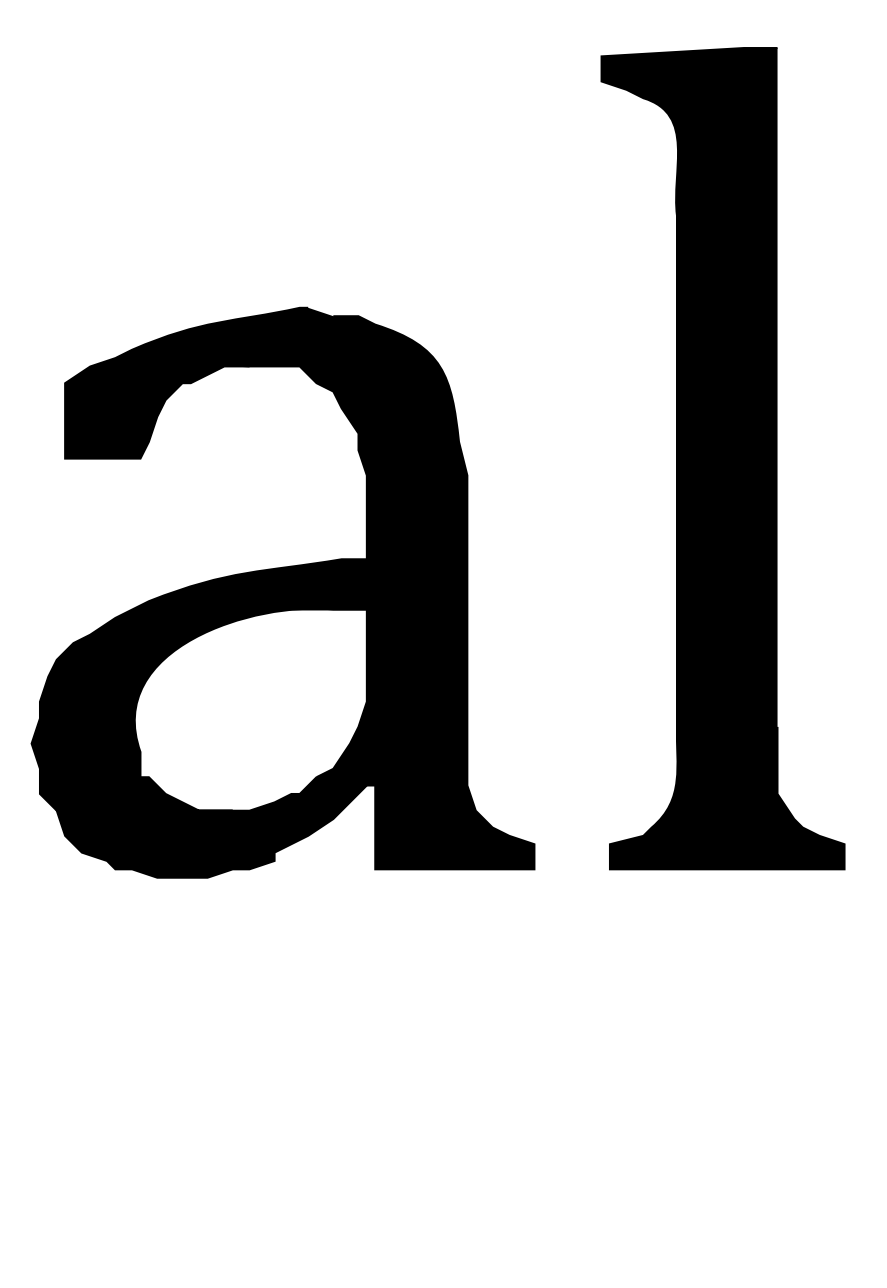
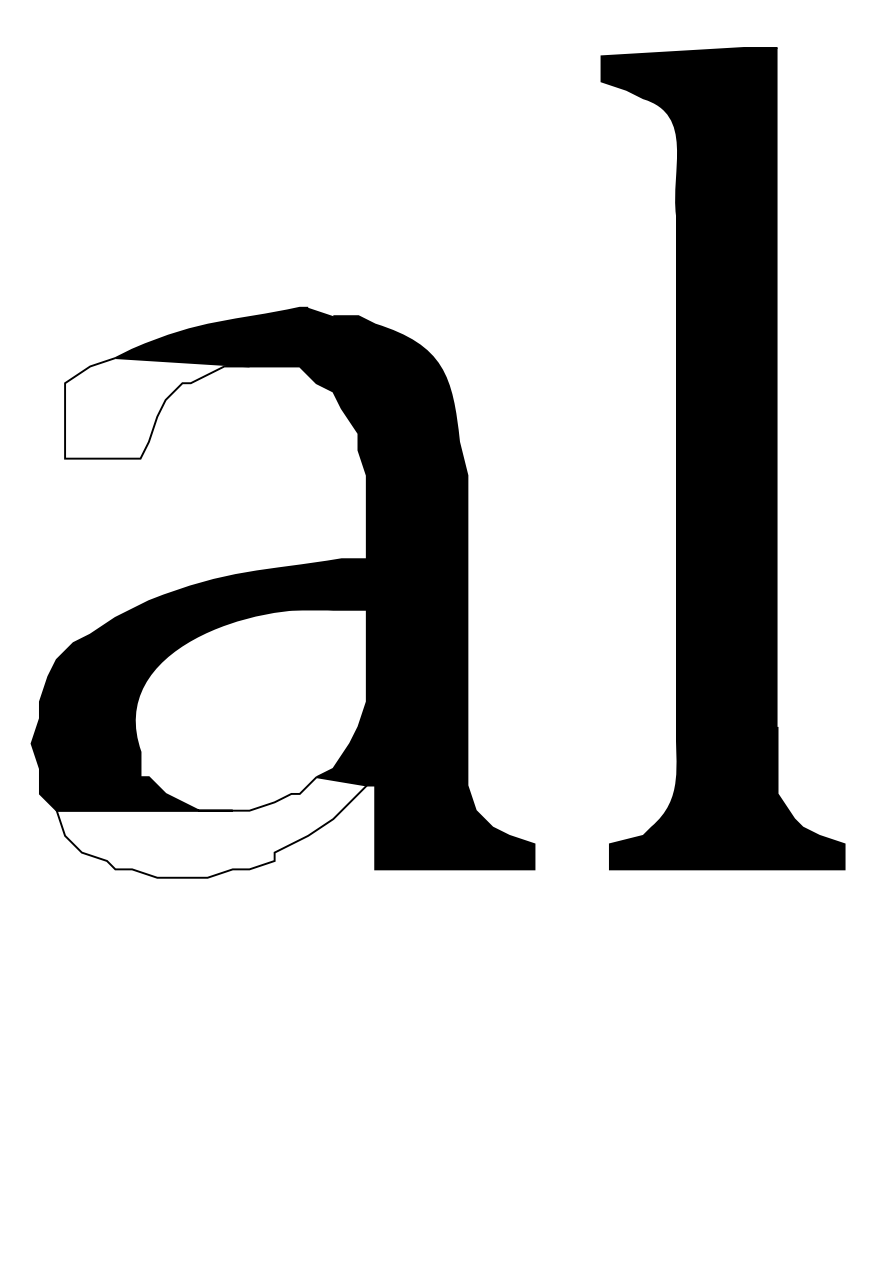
fill at (157, 408): present -> none
fill at (211, 827): present -> none
